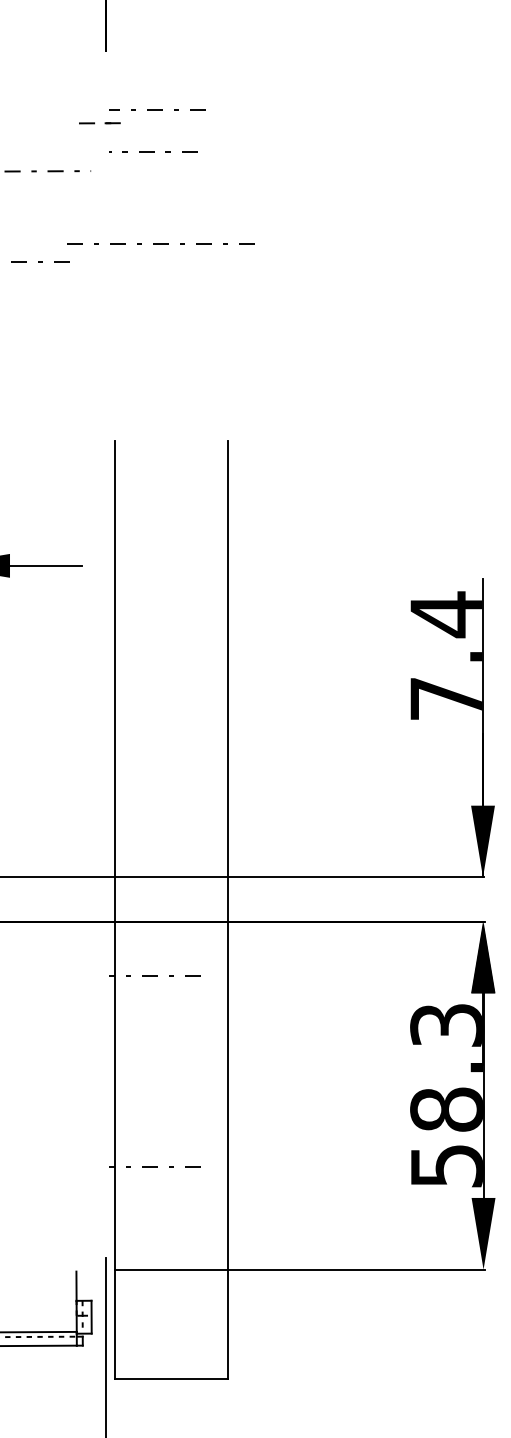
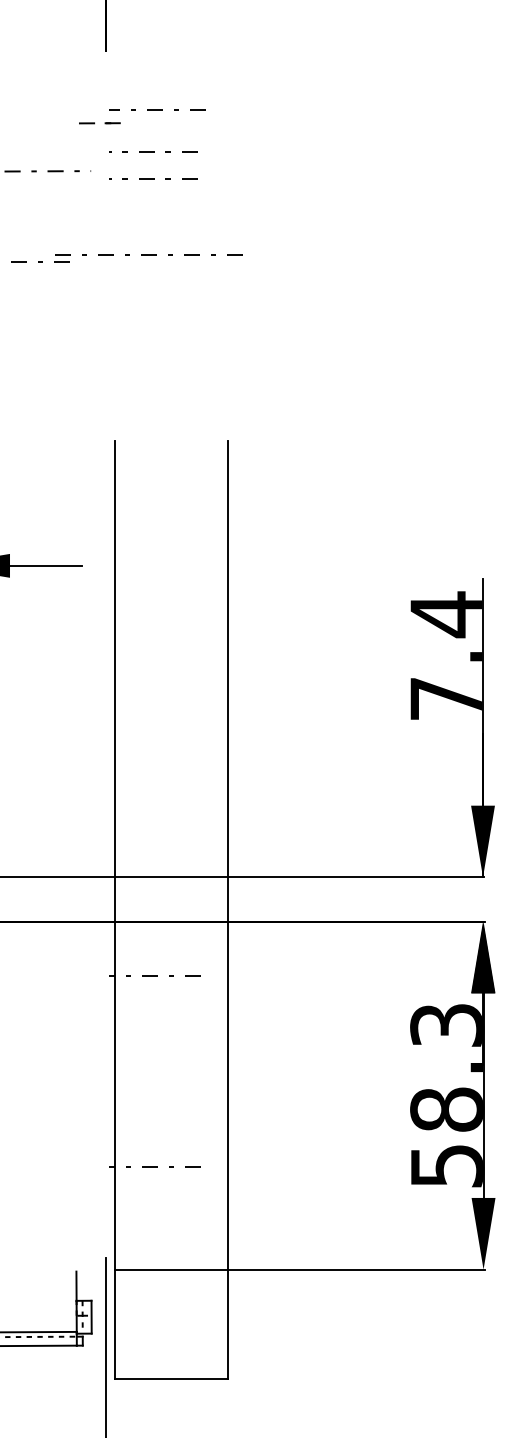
line at (153, 178): none -> present
line at (160, 243) position: (160, 243) -> (148, 254)
